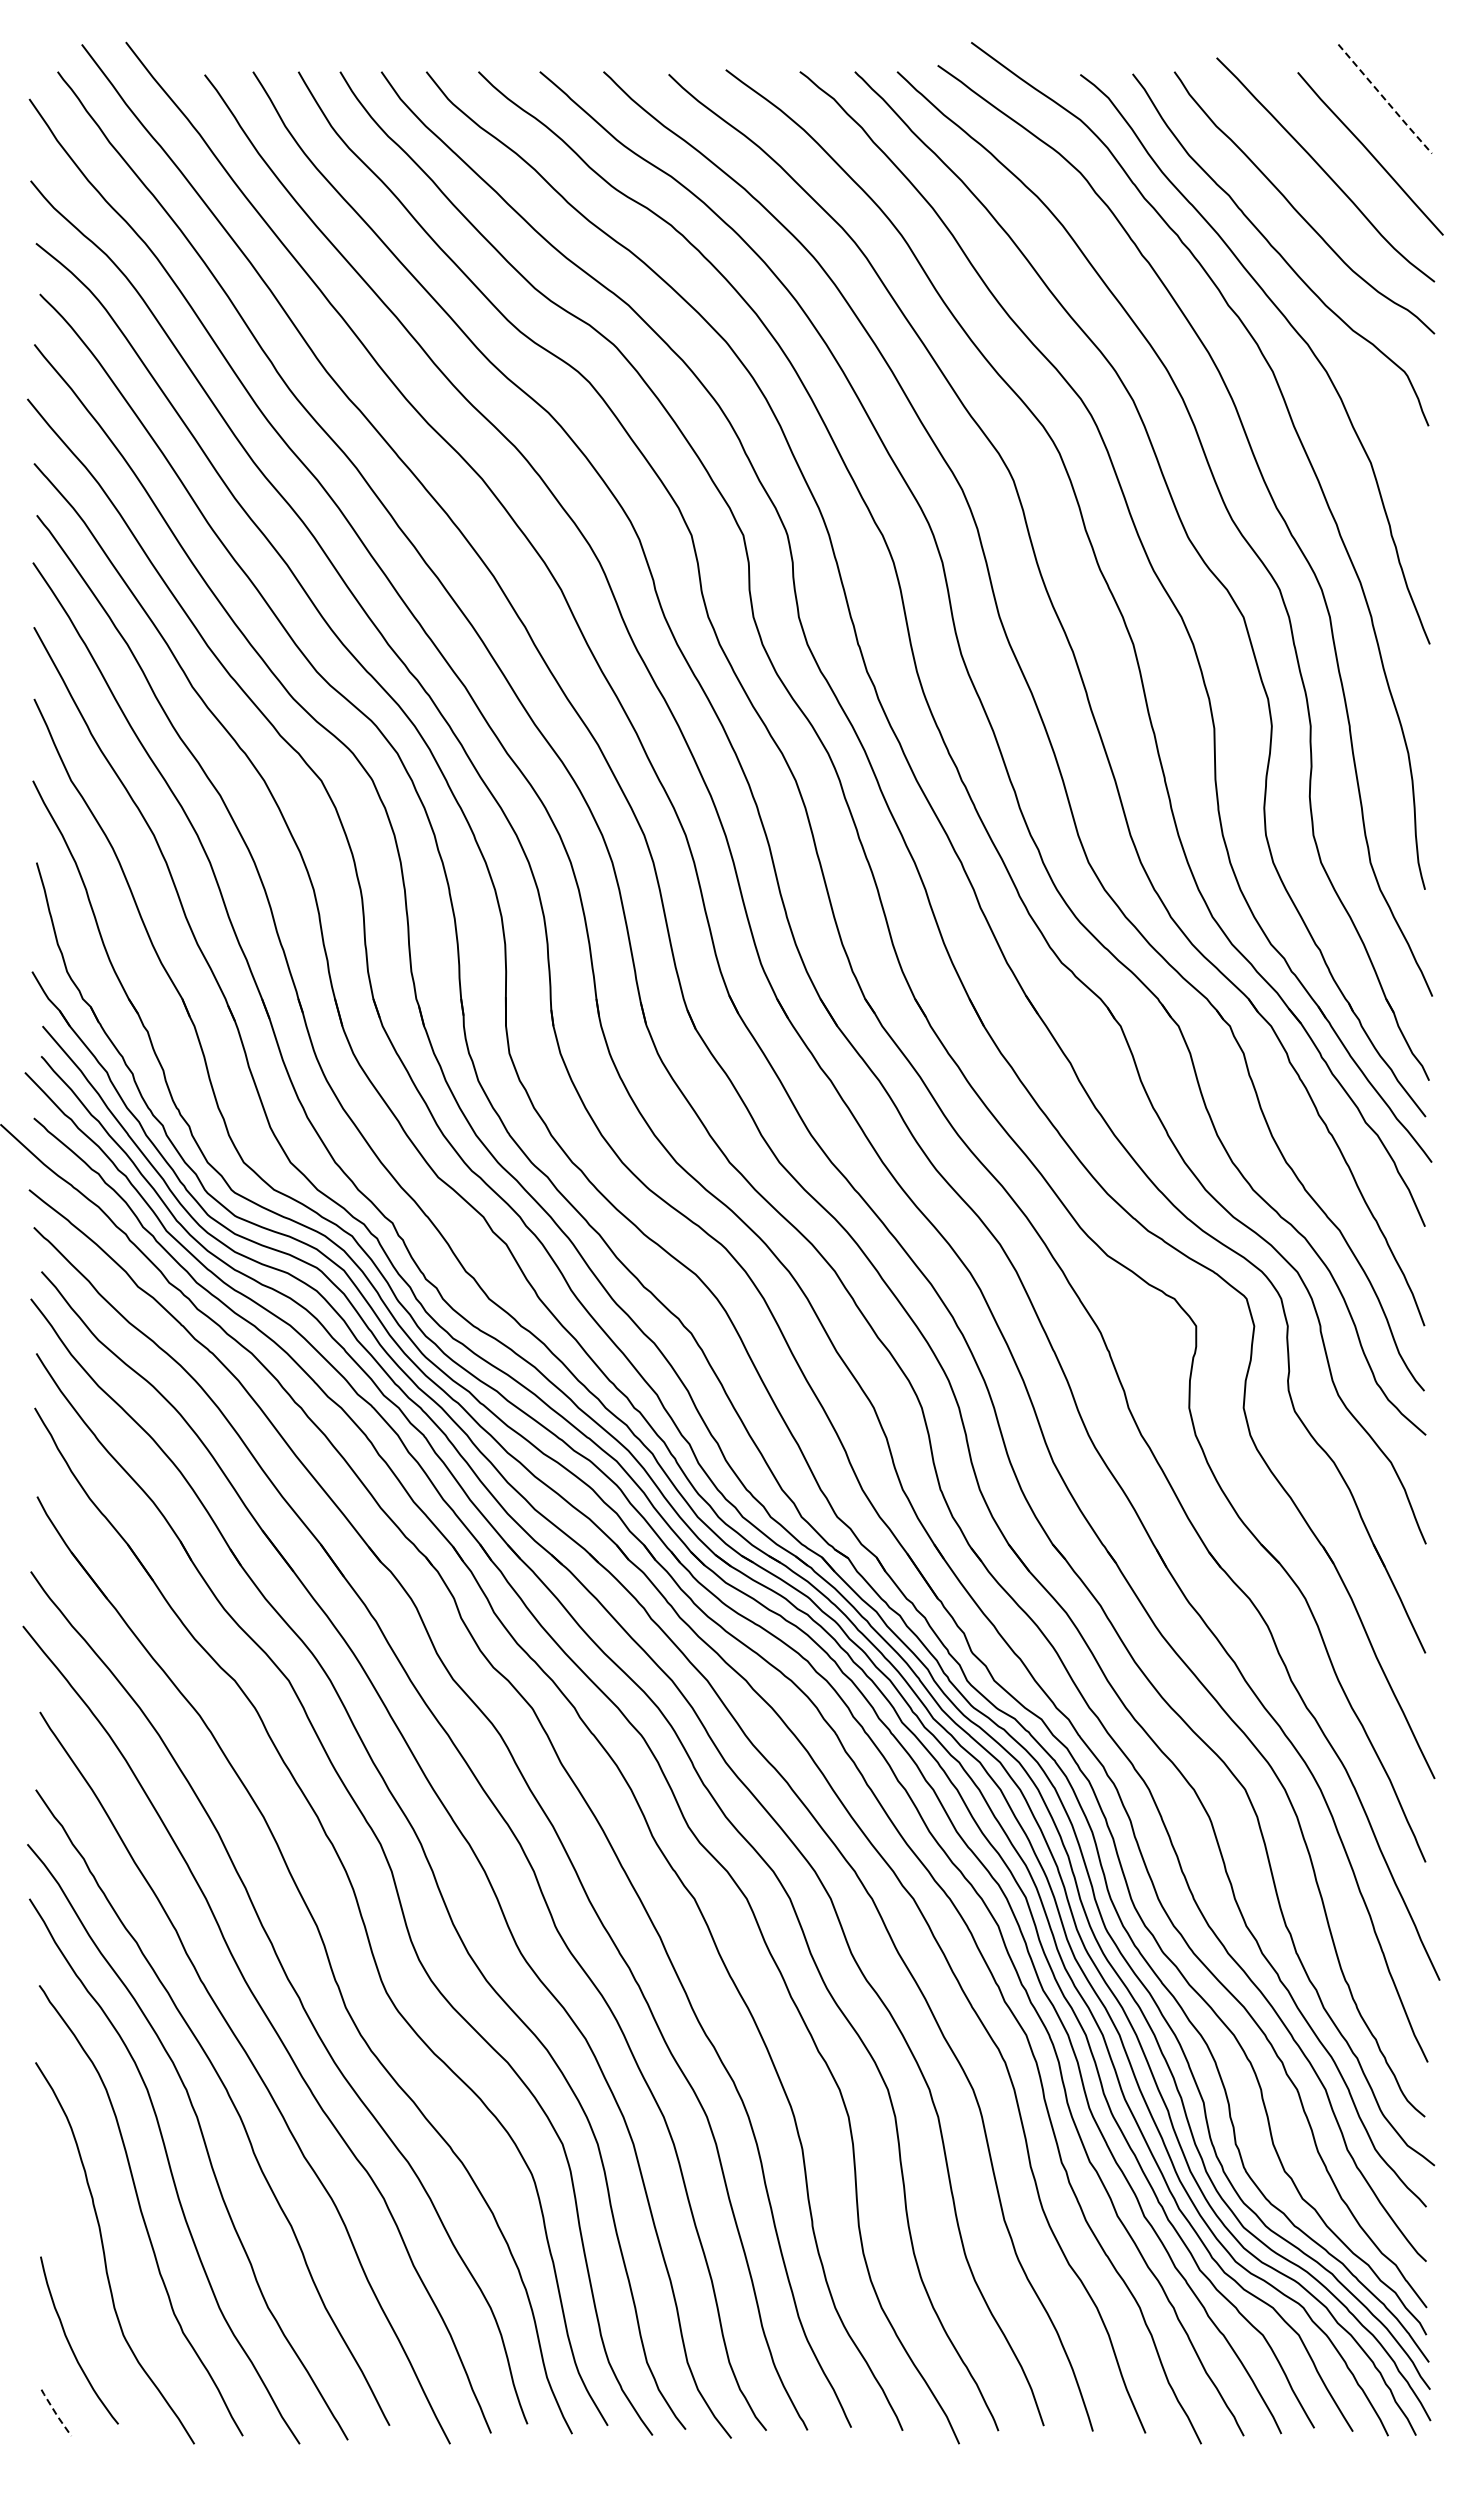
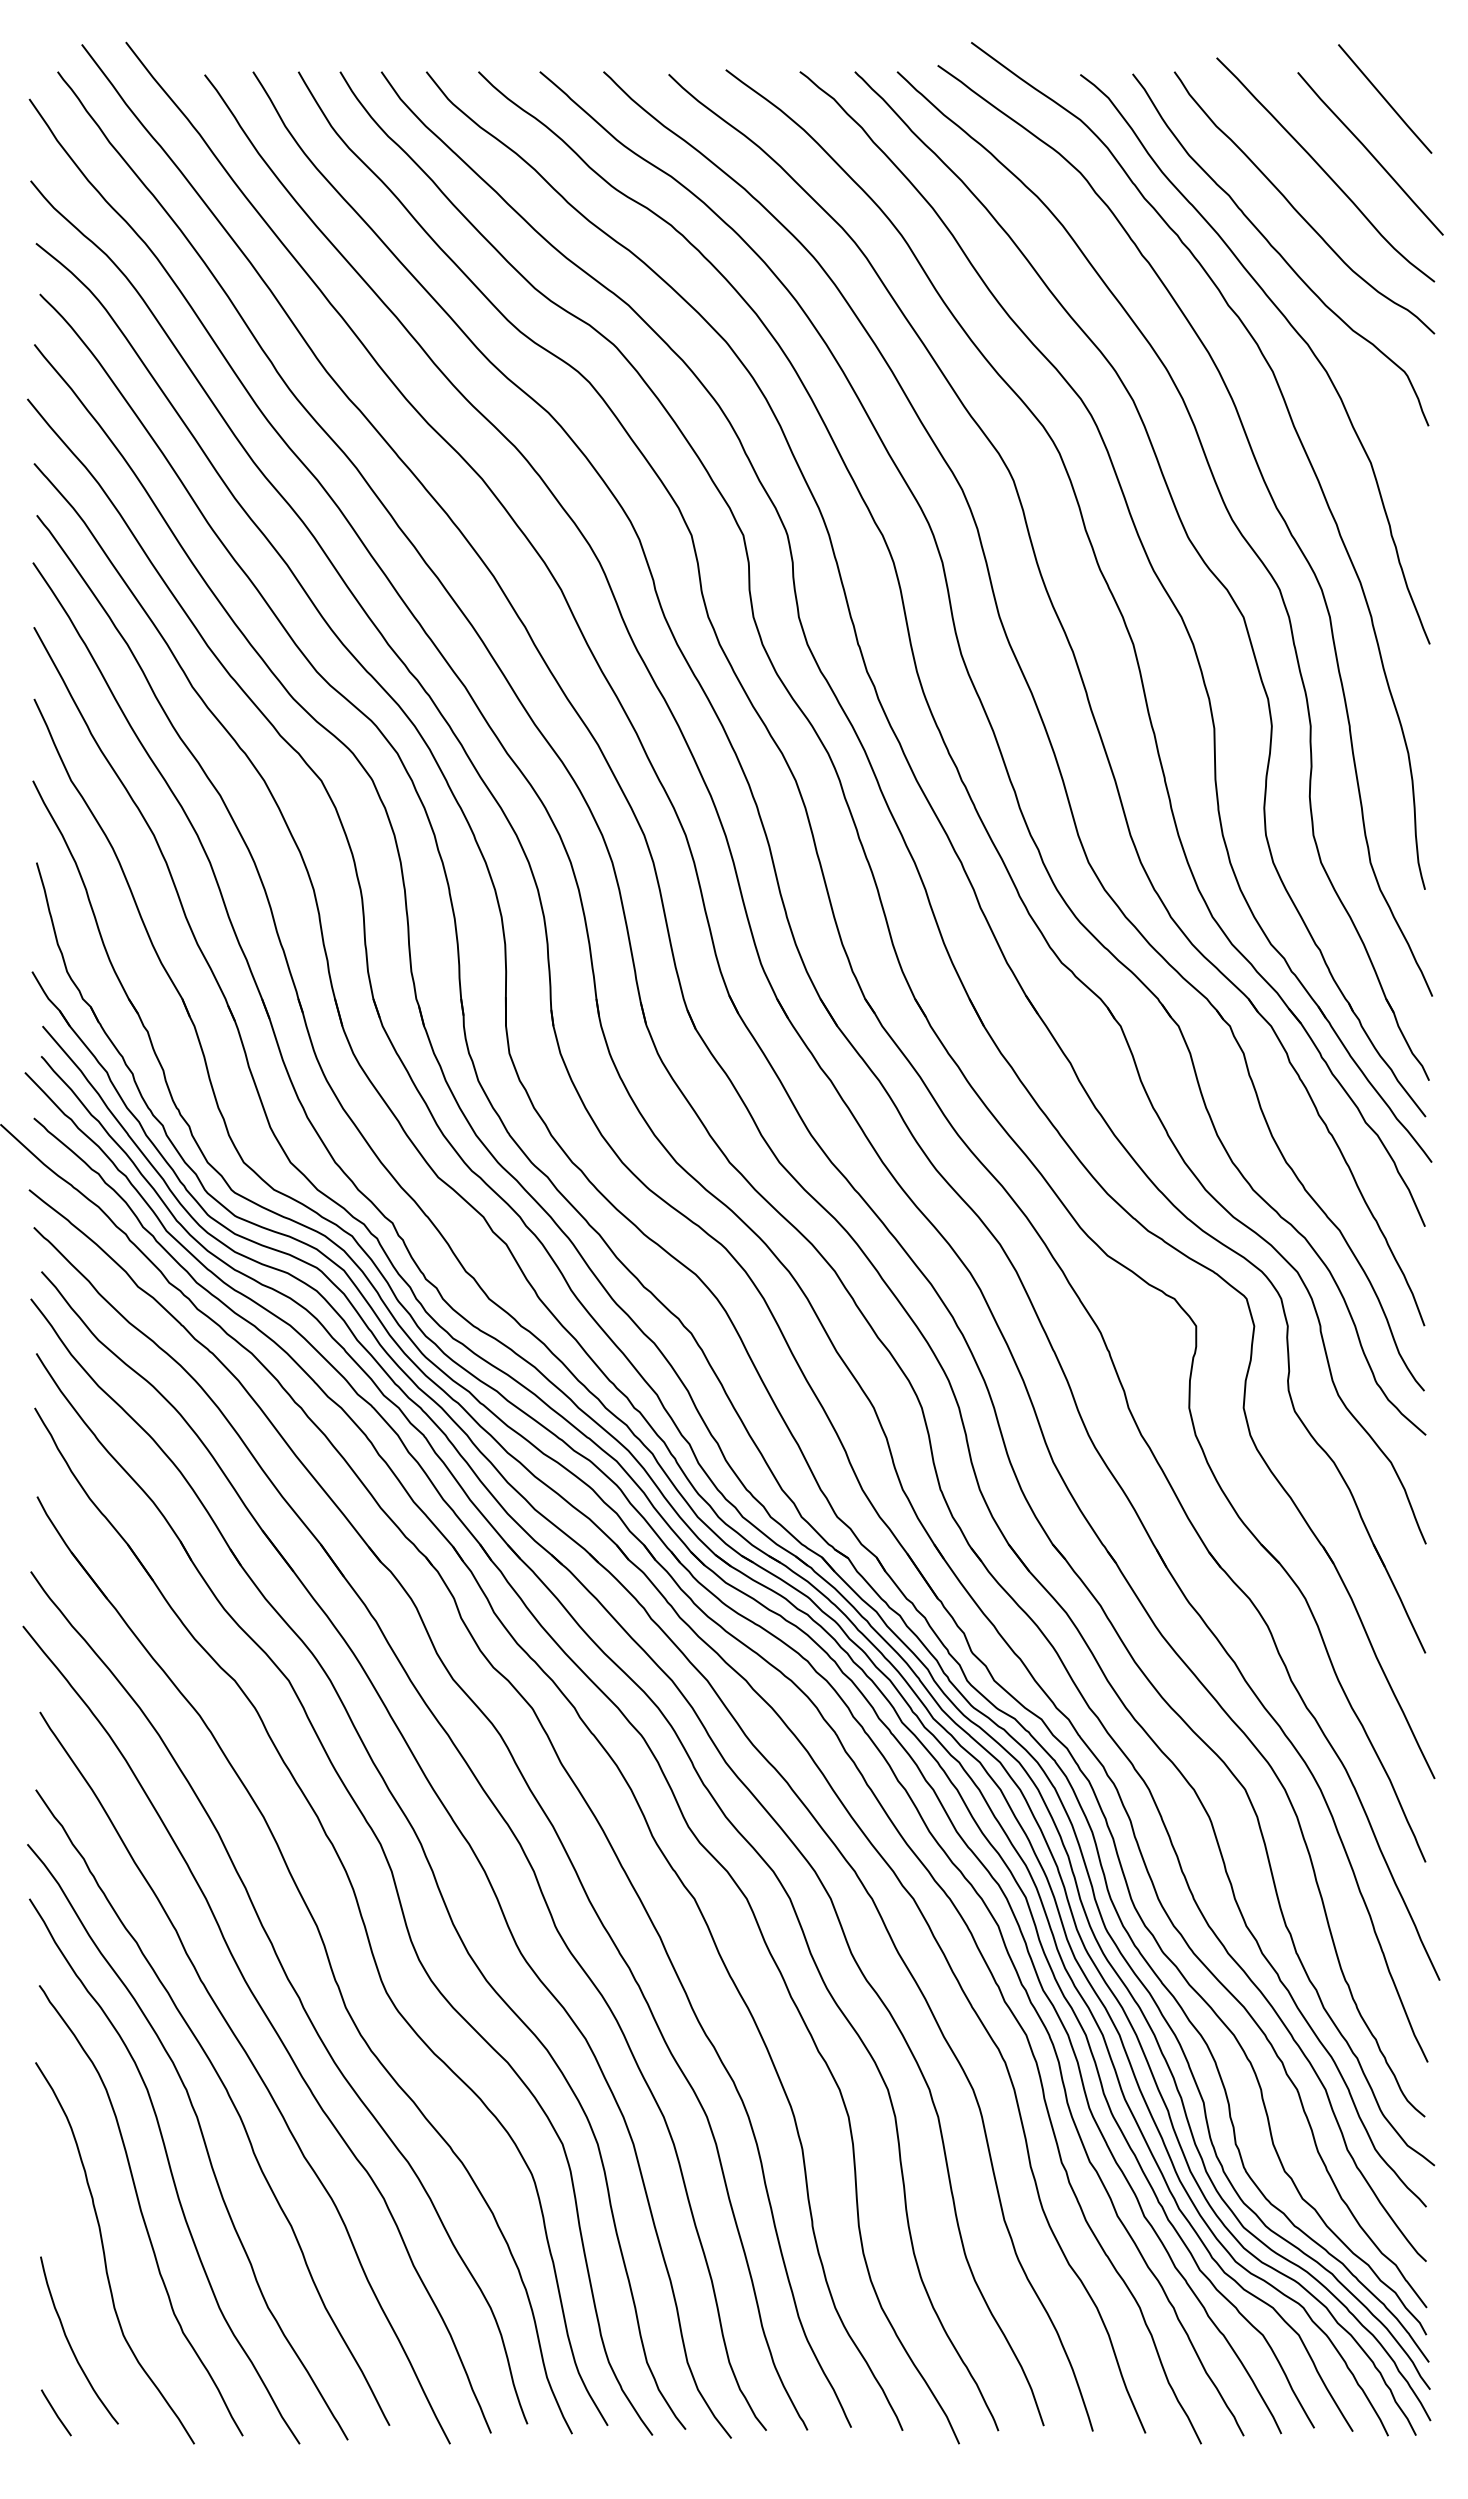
line at (1385, 99): dashed -> solid
line at (55, 2413): dashed -> solid
